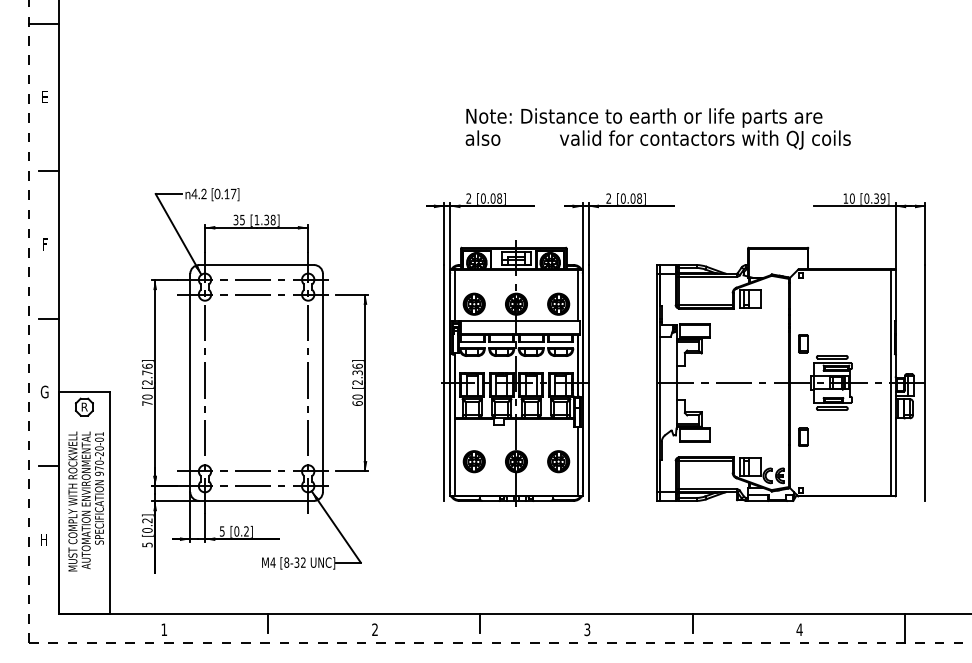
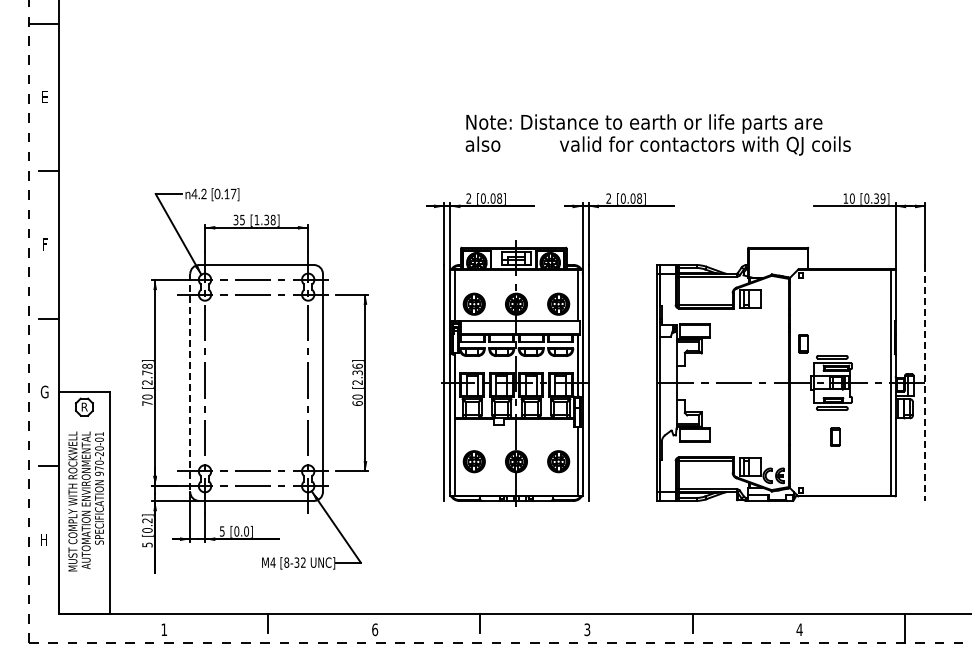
text at (657, 128) position: (657, 128) -> (657, 134)
text at (147, 365): [2.76] -> [2.78]
line at (925, 382): solid -> dashed
line at (190, 383): solid -> dashed
part at (803, 436) position: (803, 436) -> (835, 436)
text at (246, 531): [0.2] -> [0.0]
text at (375, 629): 2 -> 6
